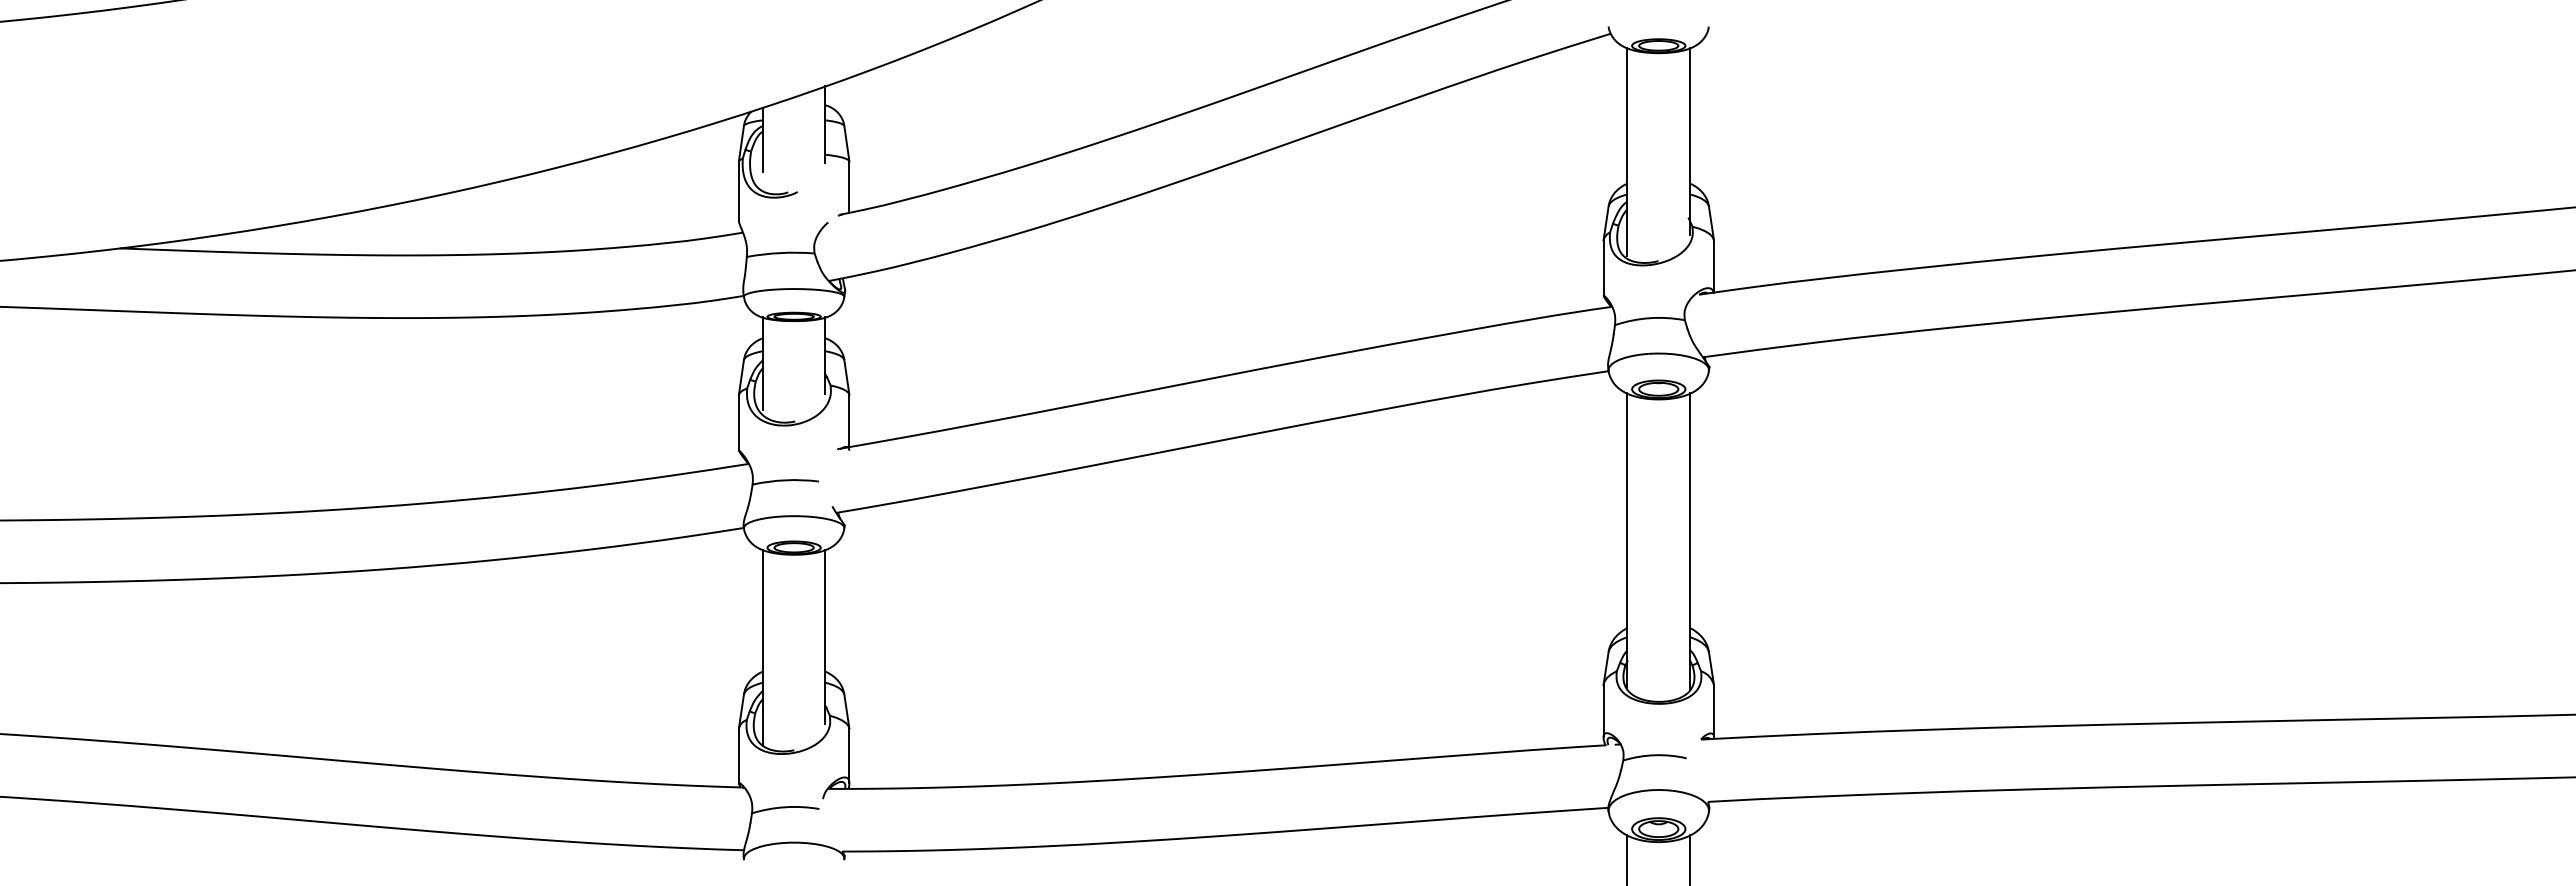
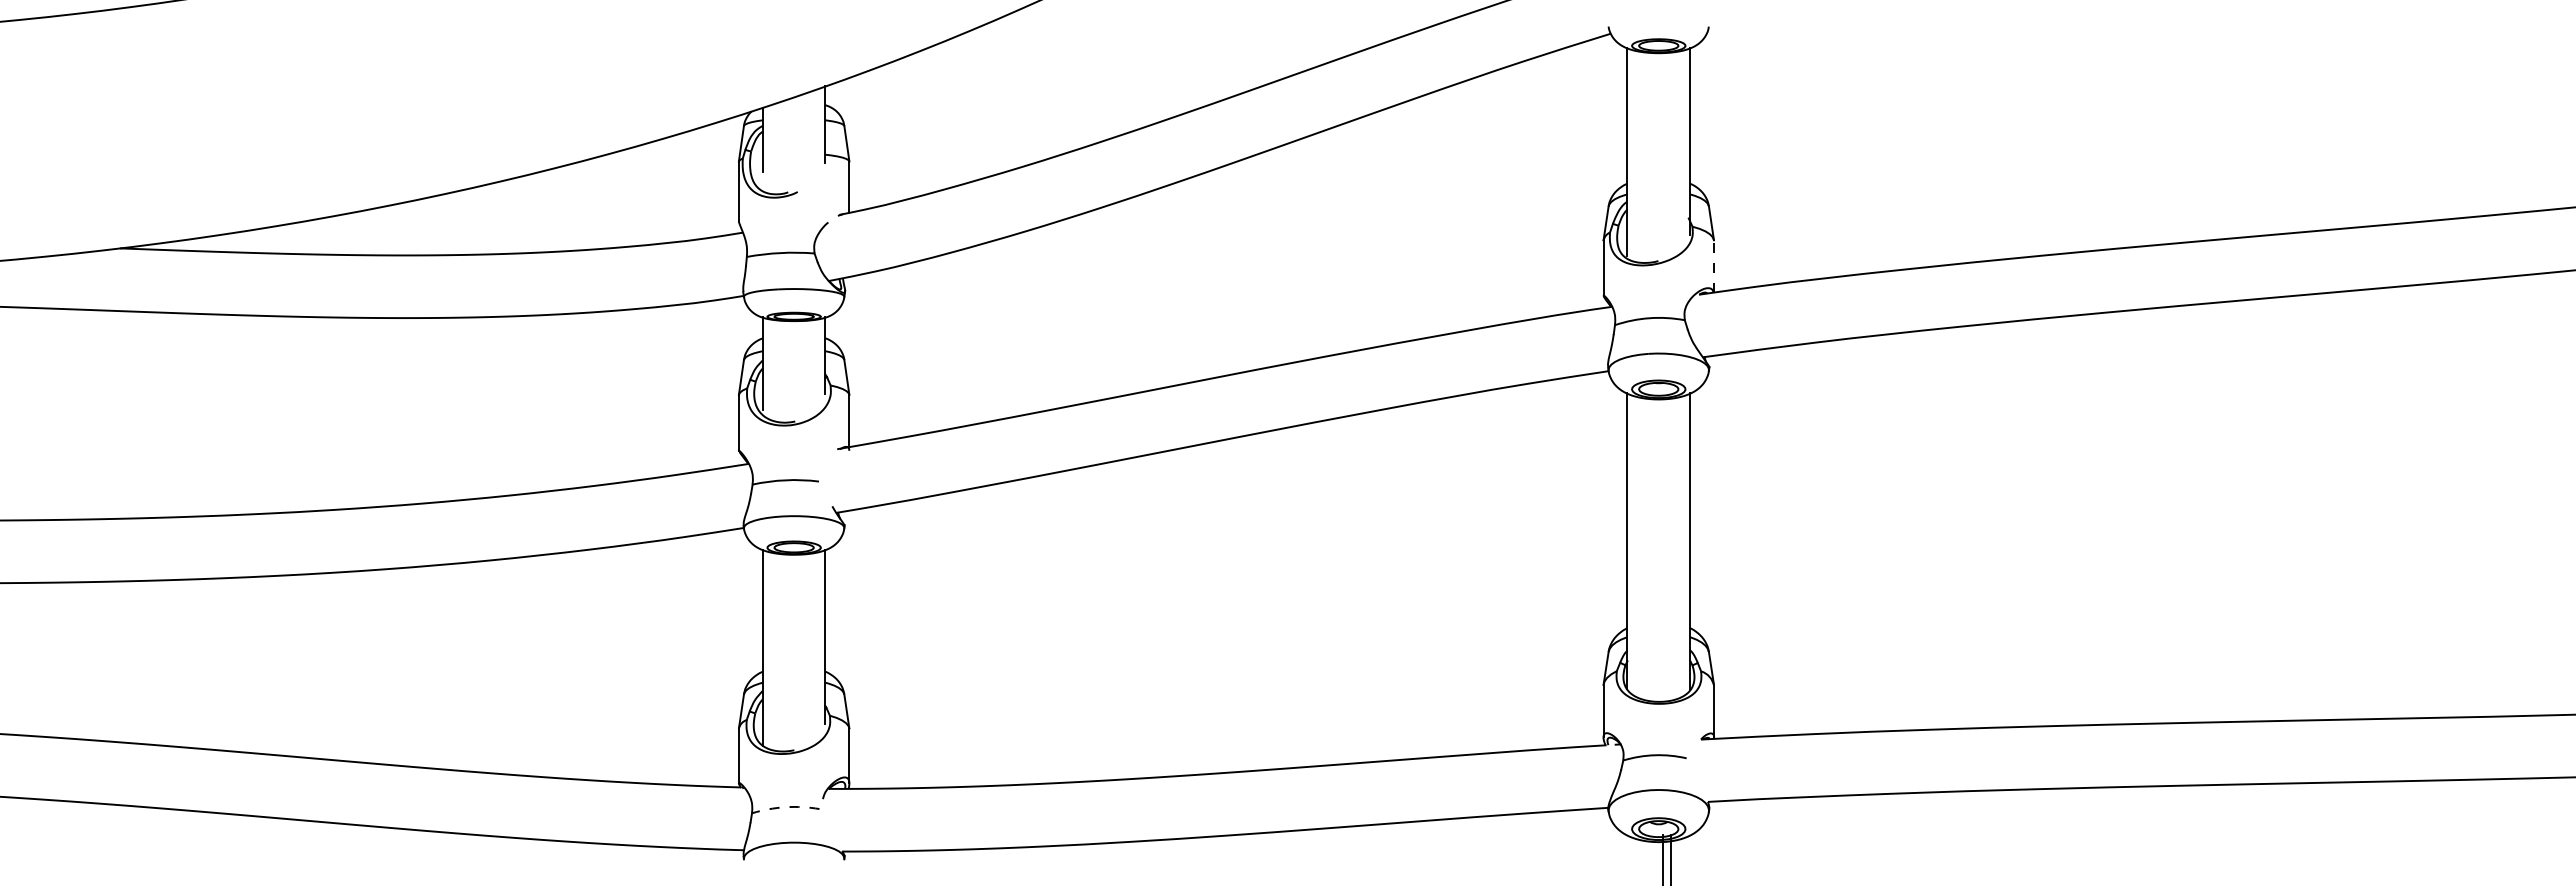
line at (1714, 266): solid -> dashed
arc at (785, 807): solid -> dashed
line at (1627, 858) position: (1627, 858) -> (1671, 858)
line at (1690, 858) position: (1690, 858) -> (1663, 858)
